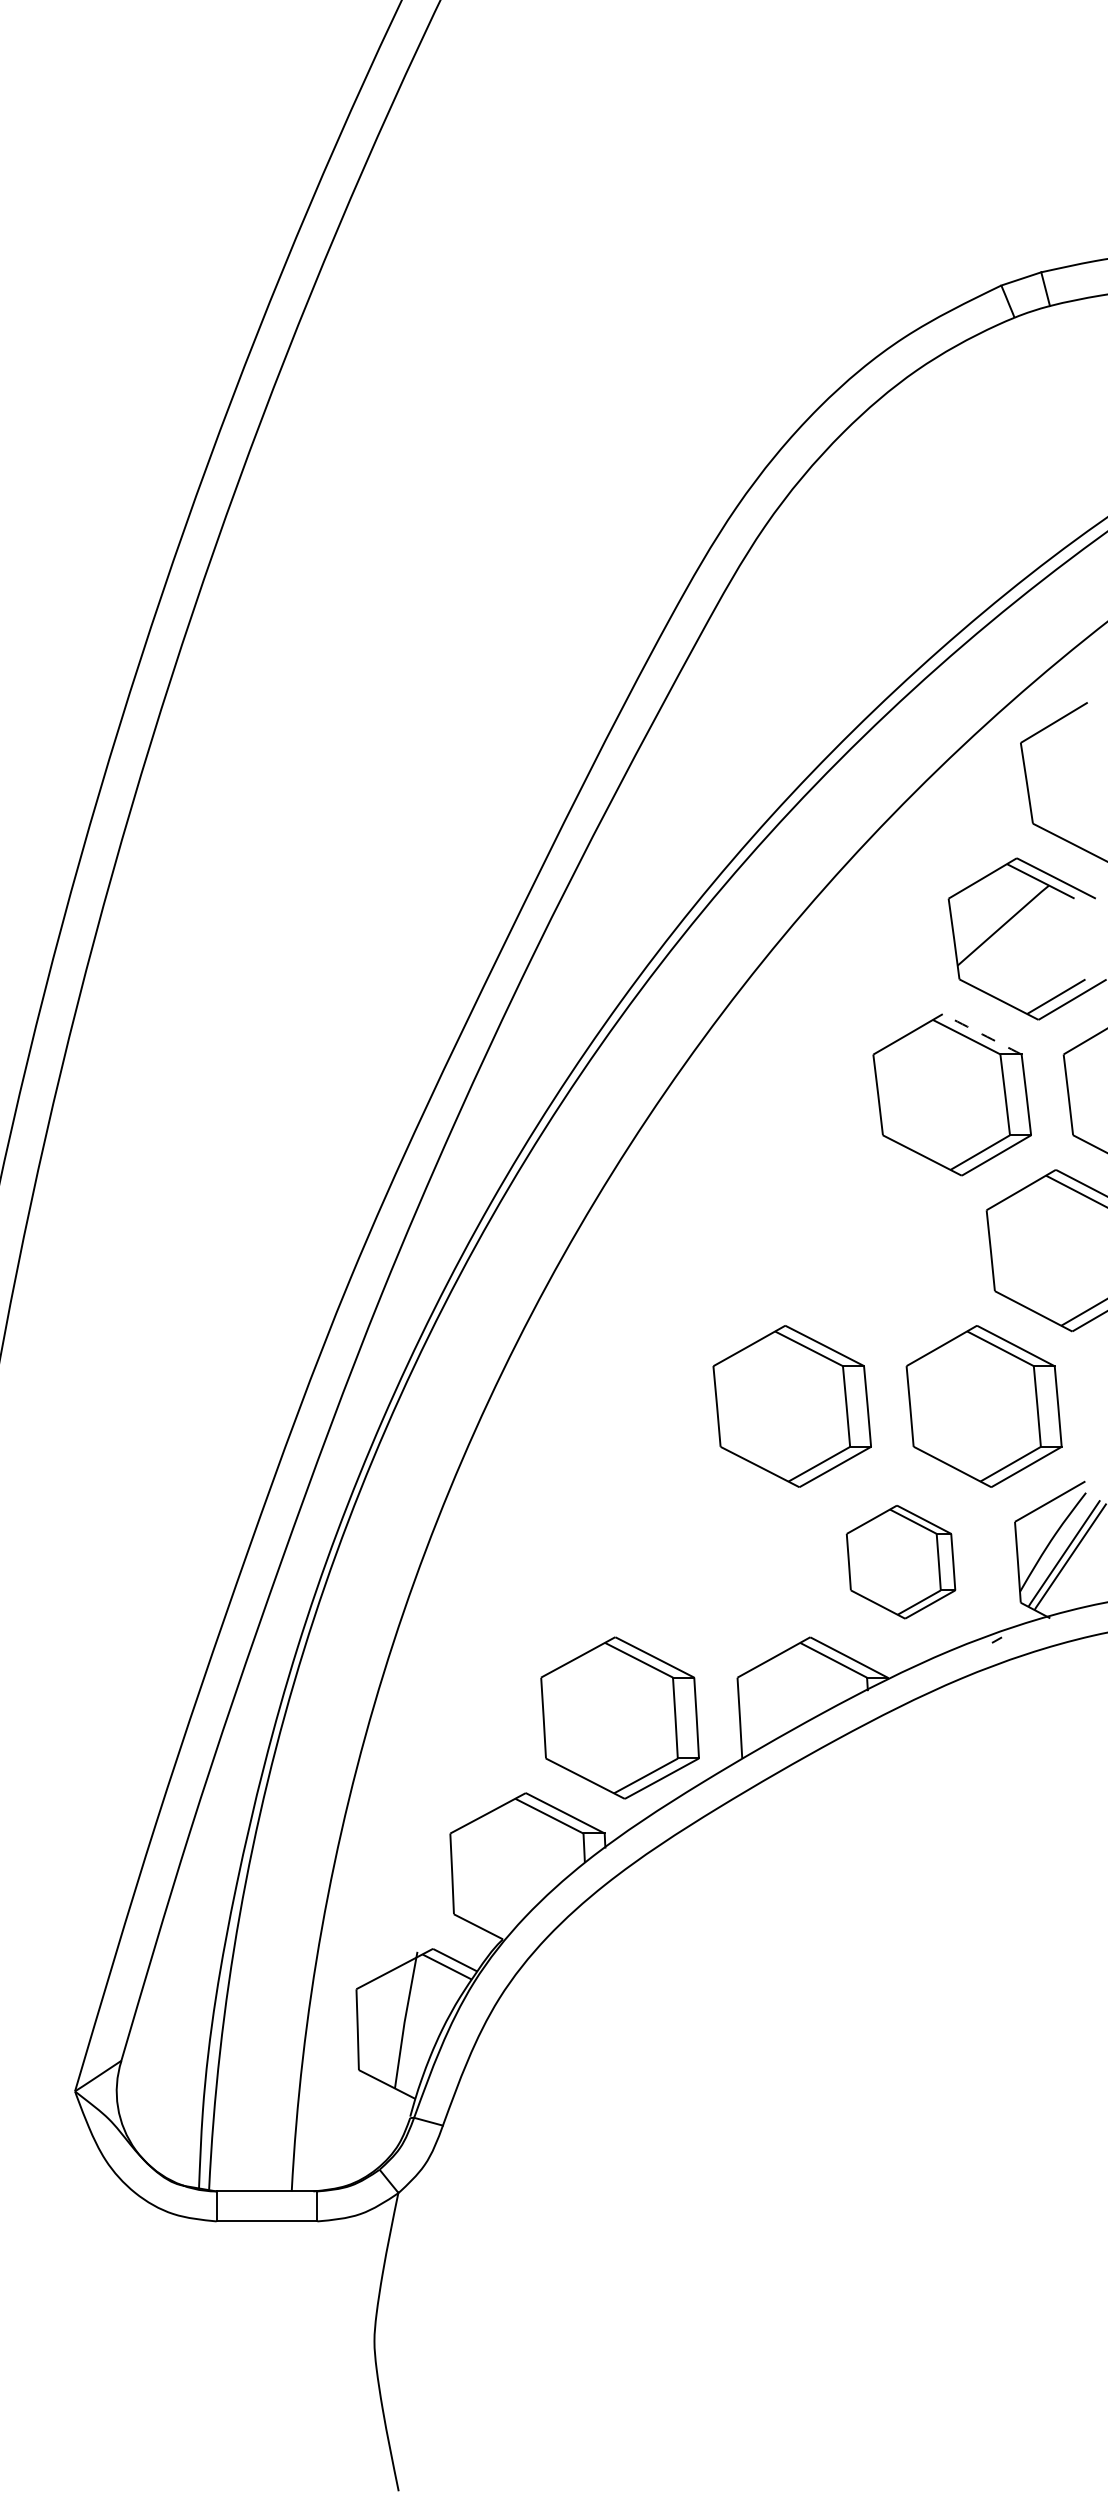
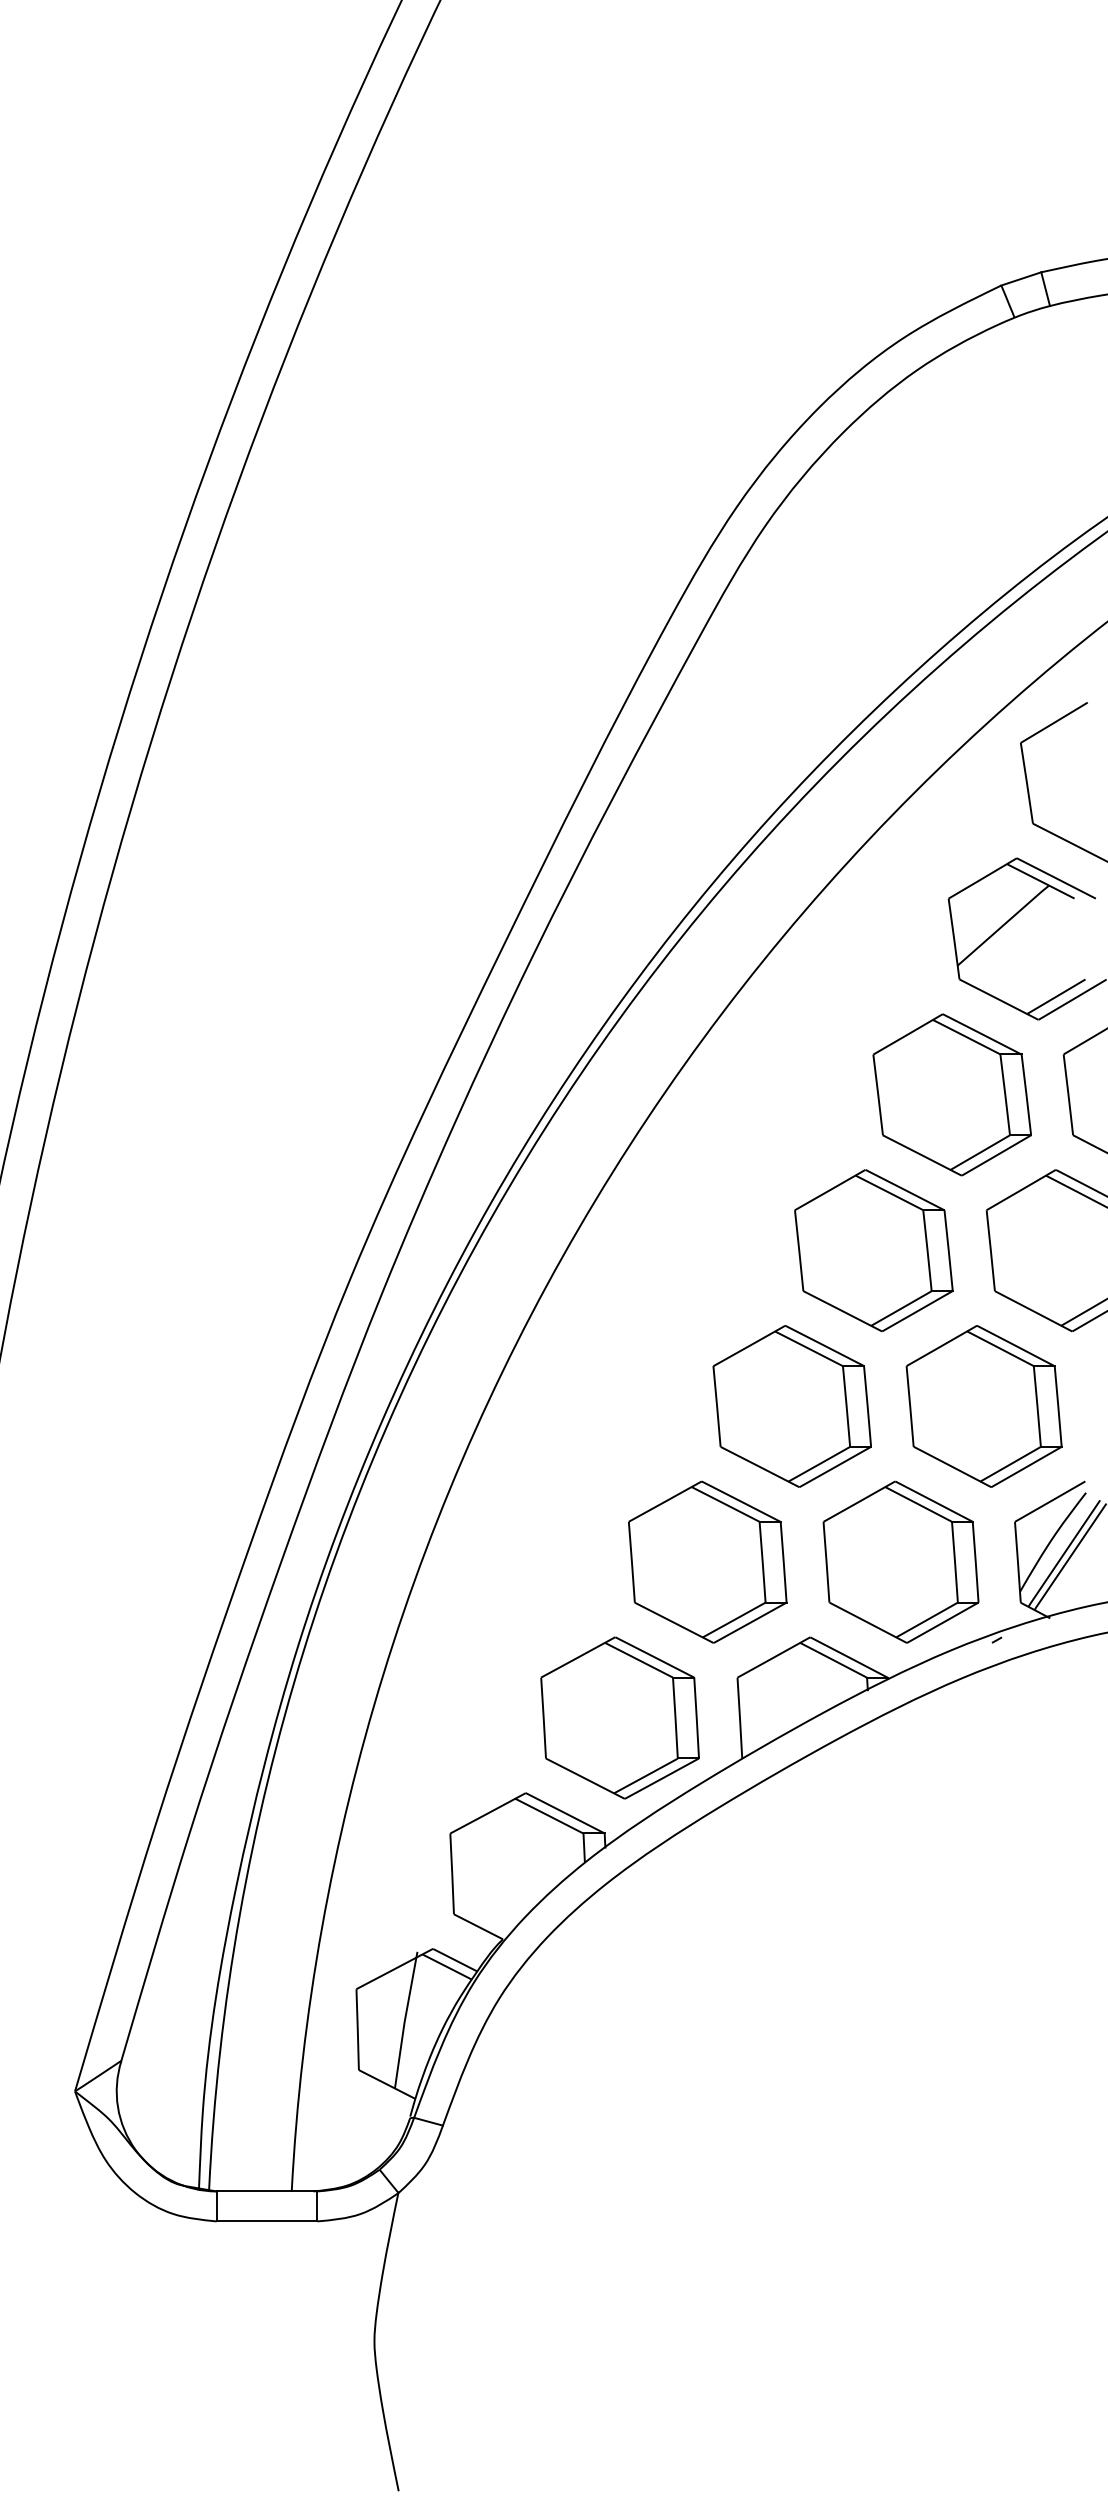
arc at (982, 1034): dashed -> solid
part at (873, 1250): none -> present
part at (707, 1561): none -> present
part at (900, 1562) size: 112x115 px -> 158x164 px
